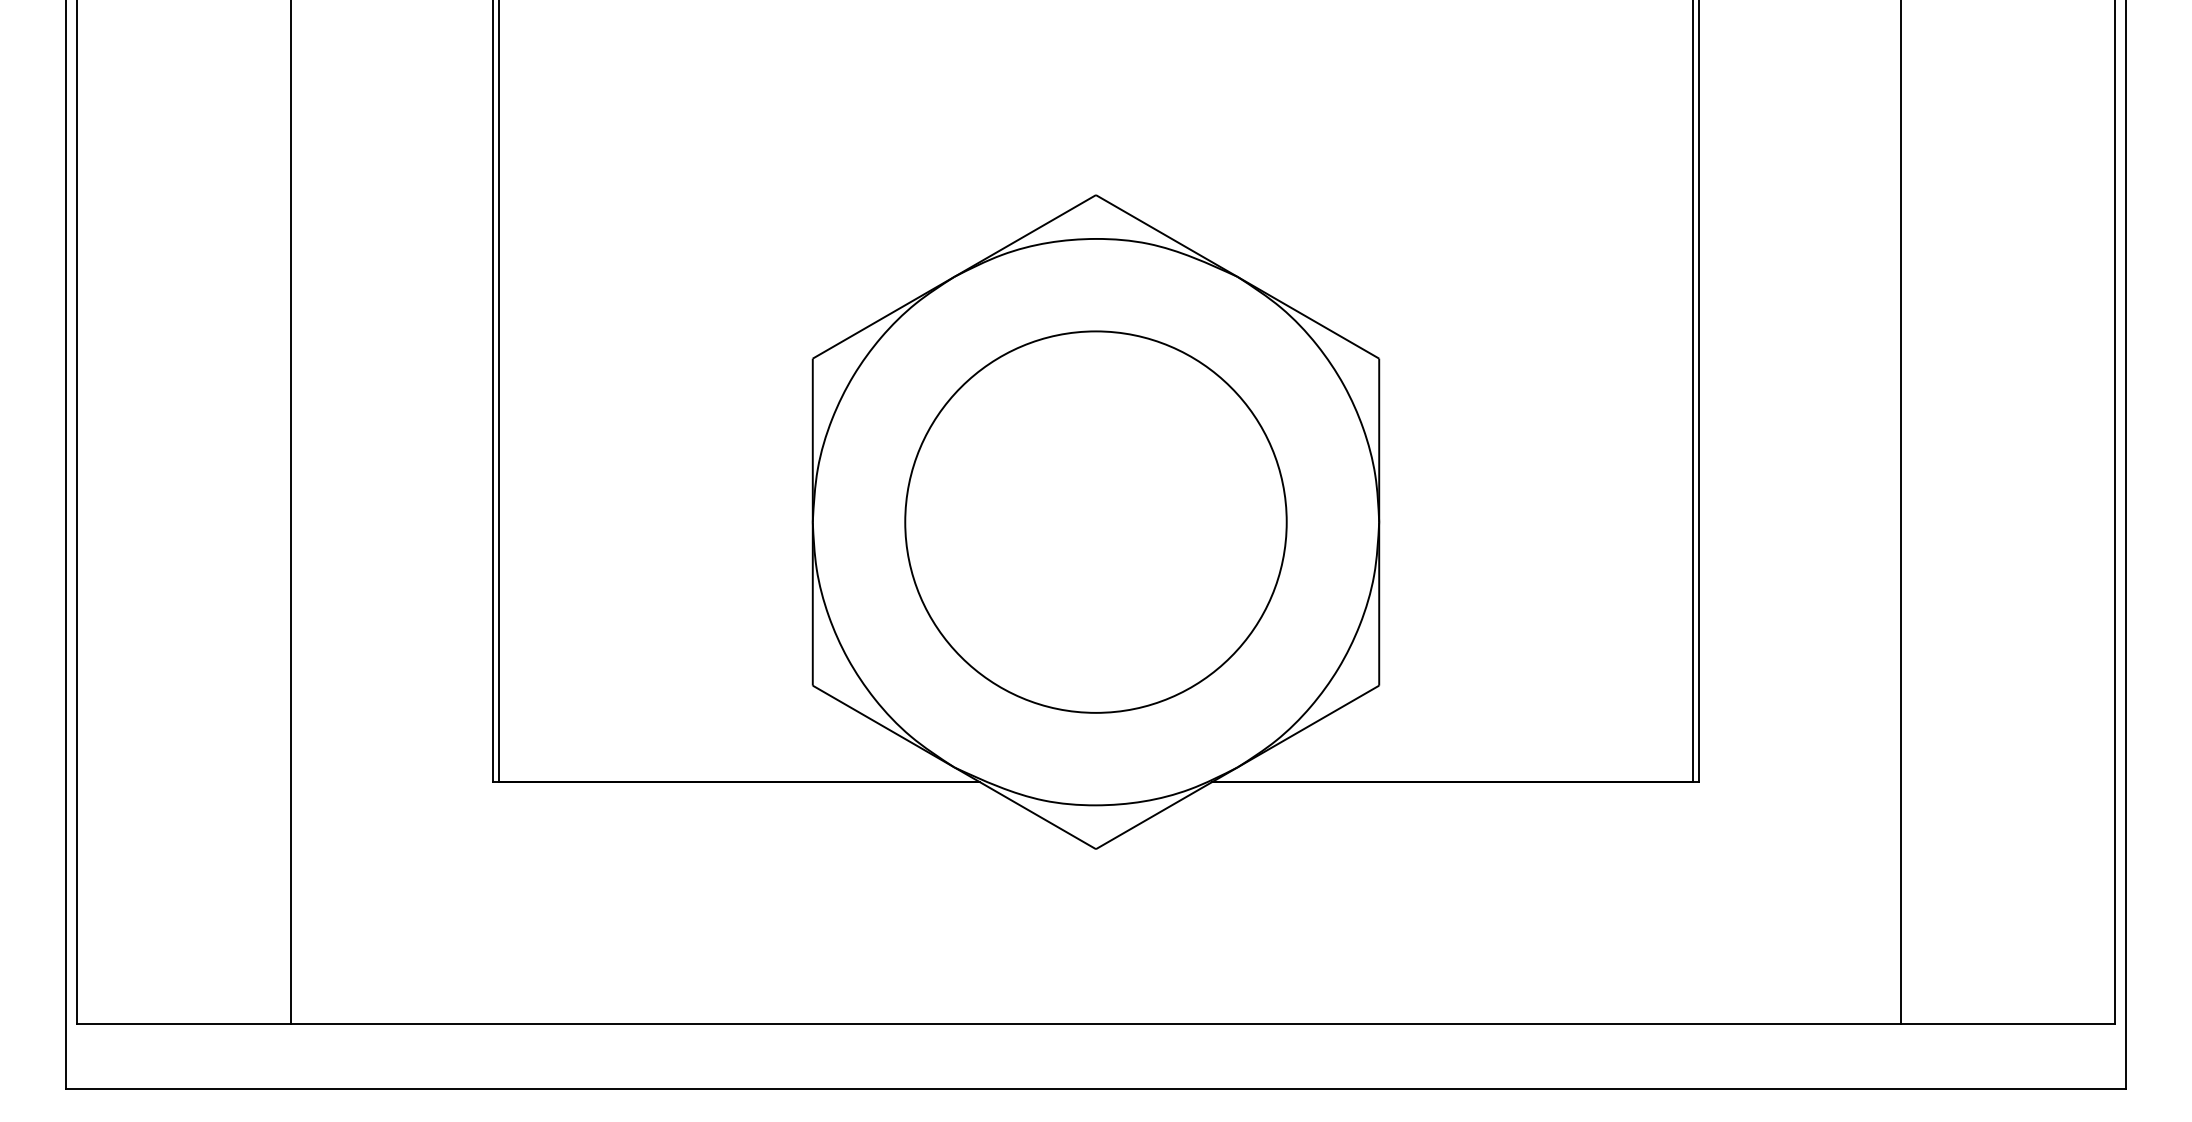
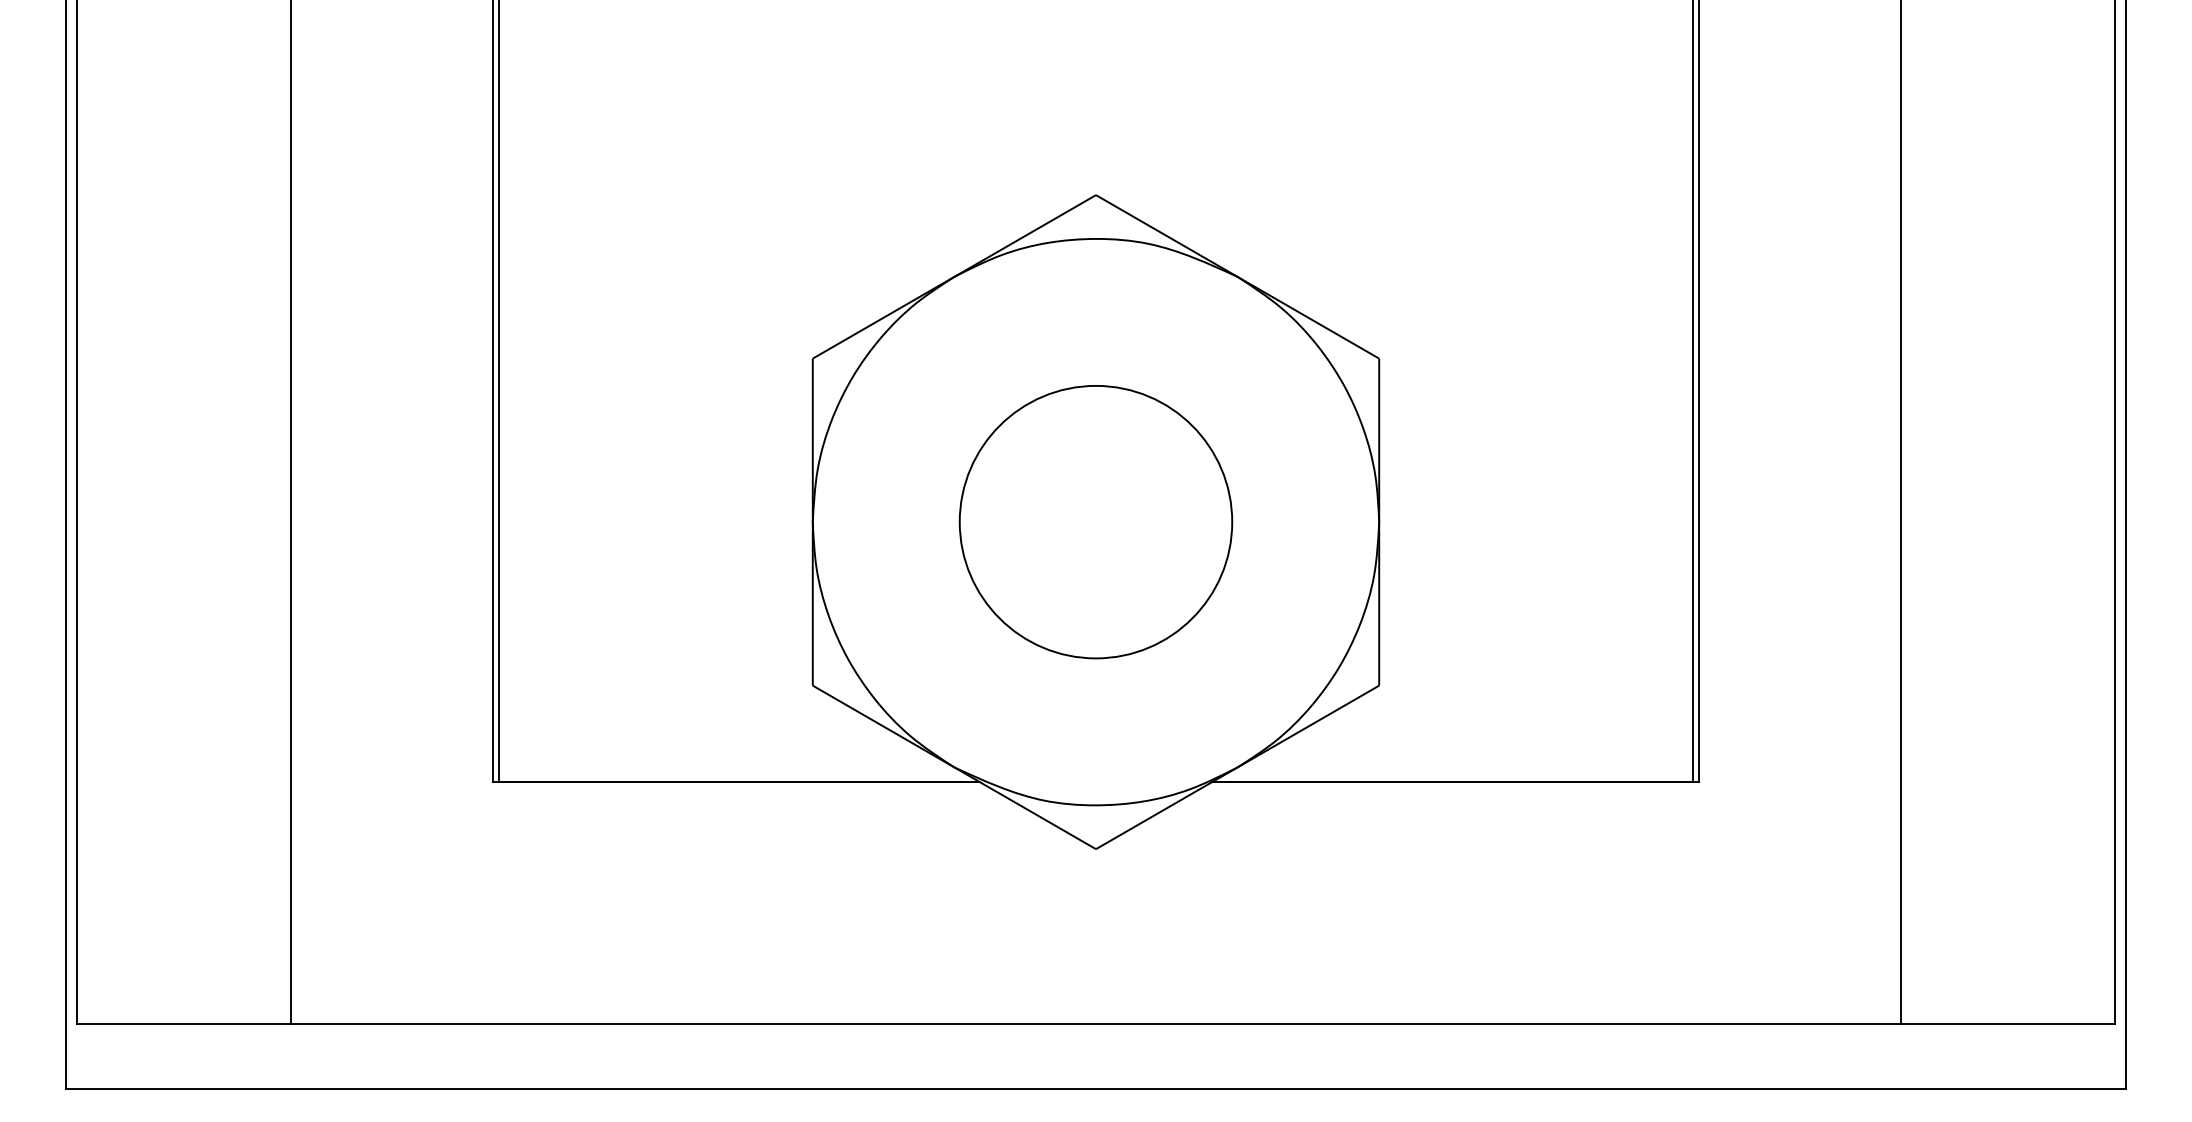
circle at (1095, 521) diameter: 381 px -> 272 px
